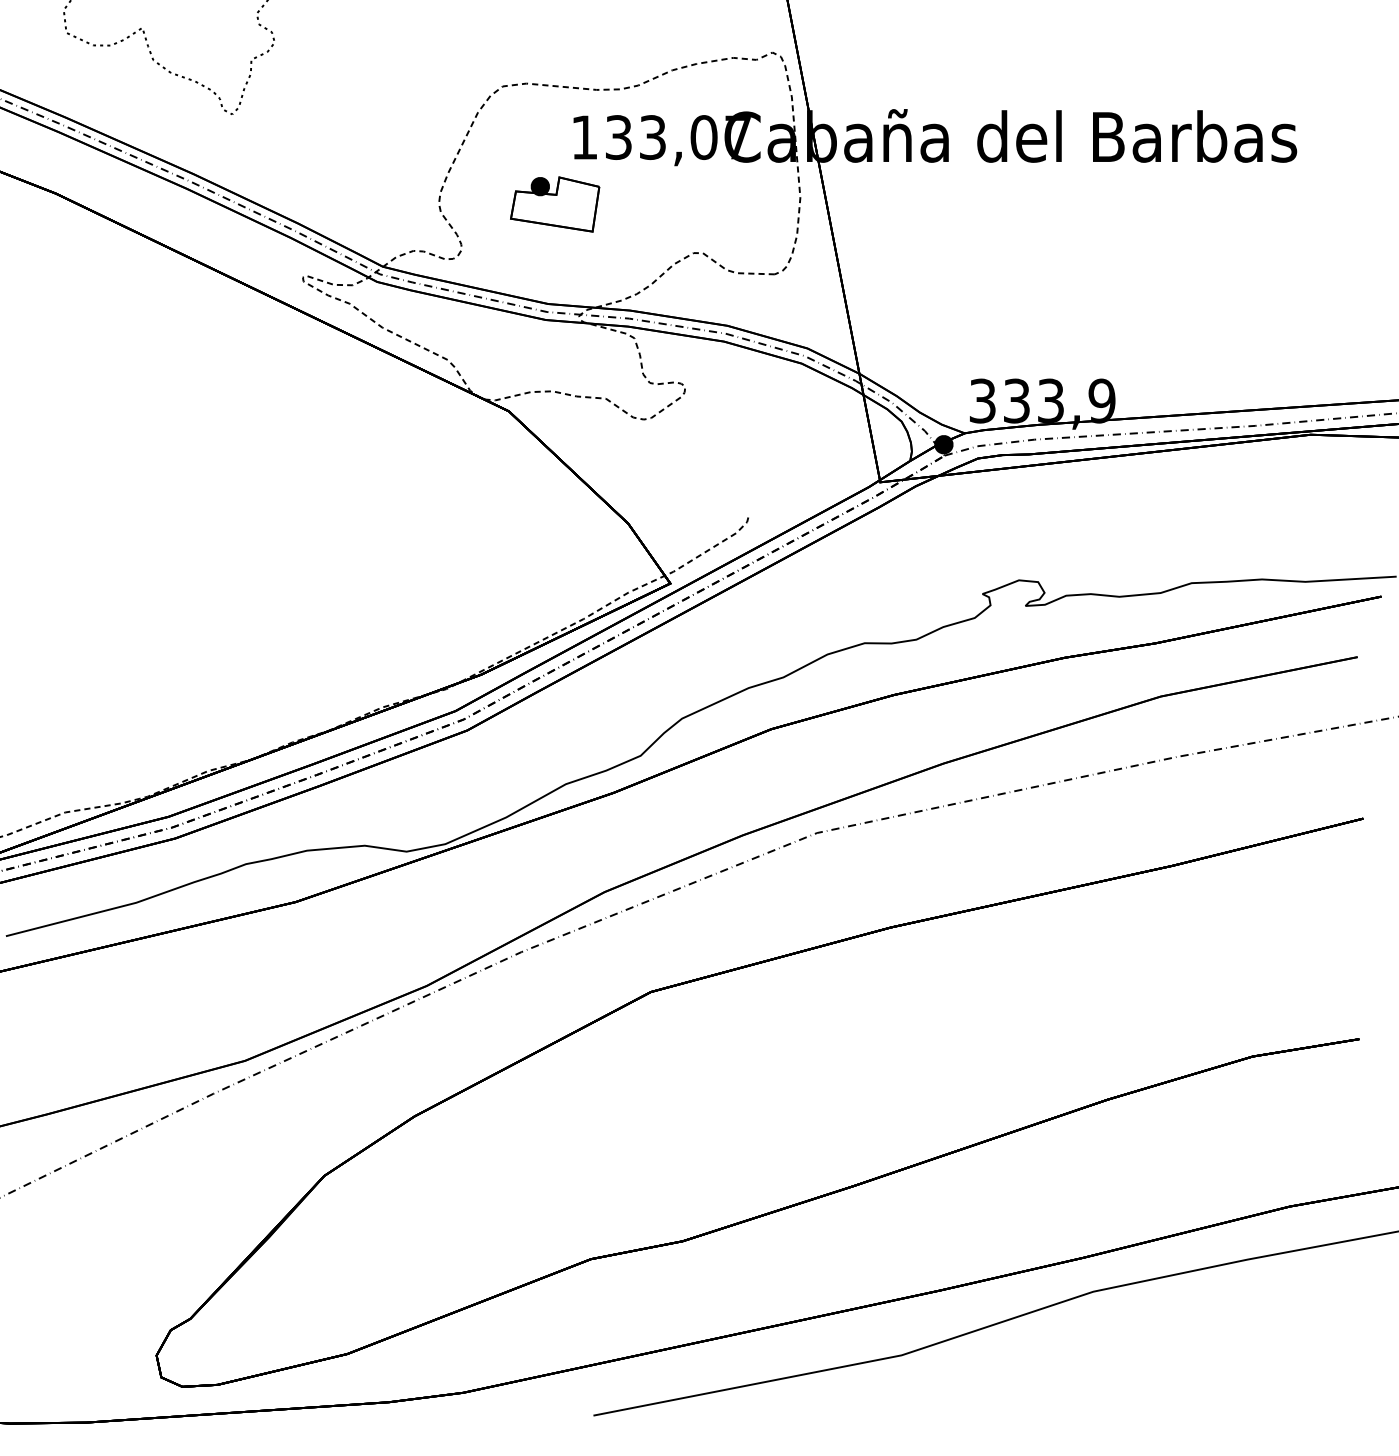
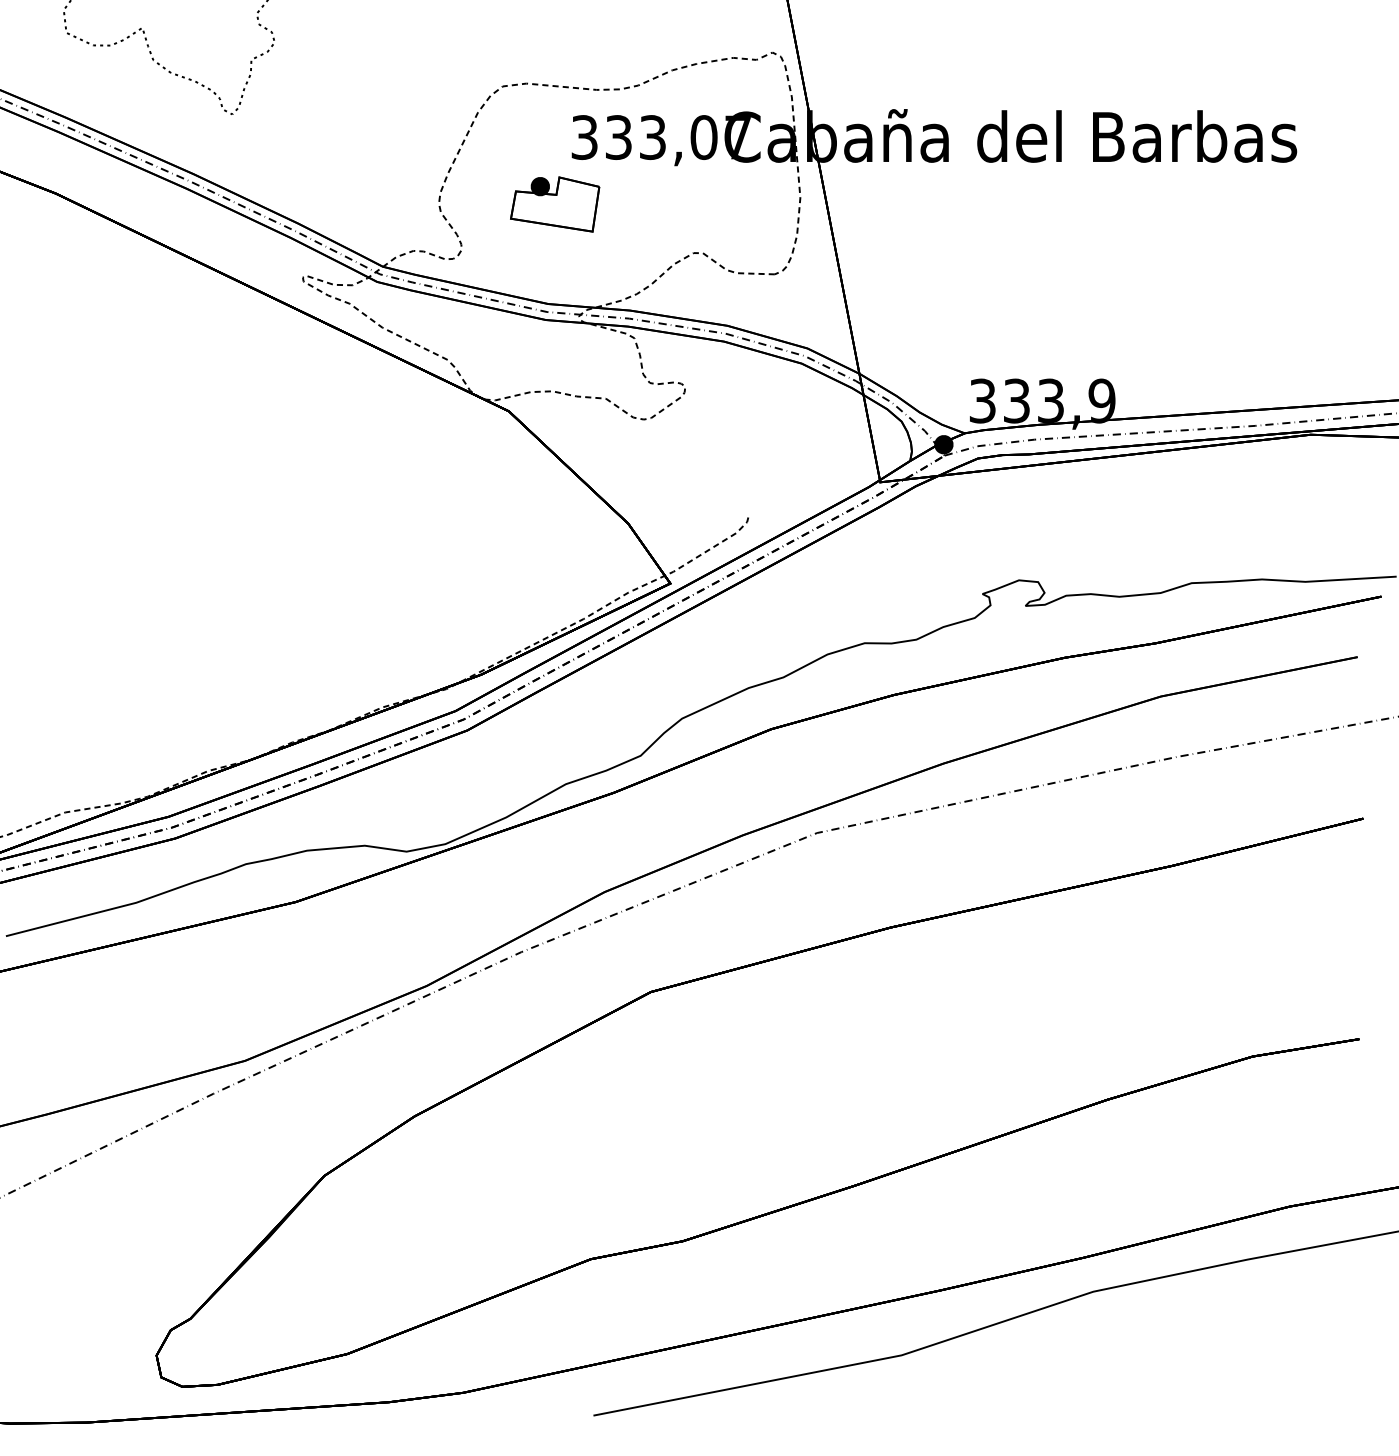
text at (584, 137): 133,07 -> 333,07
